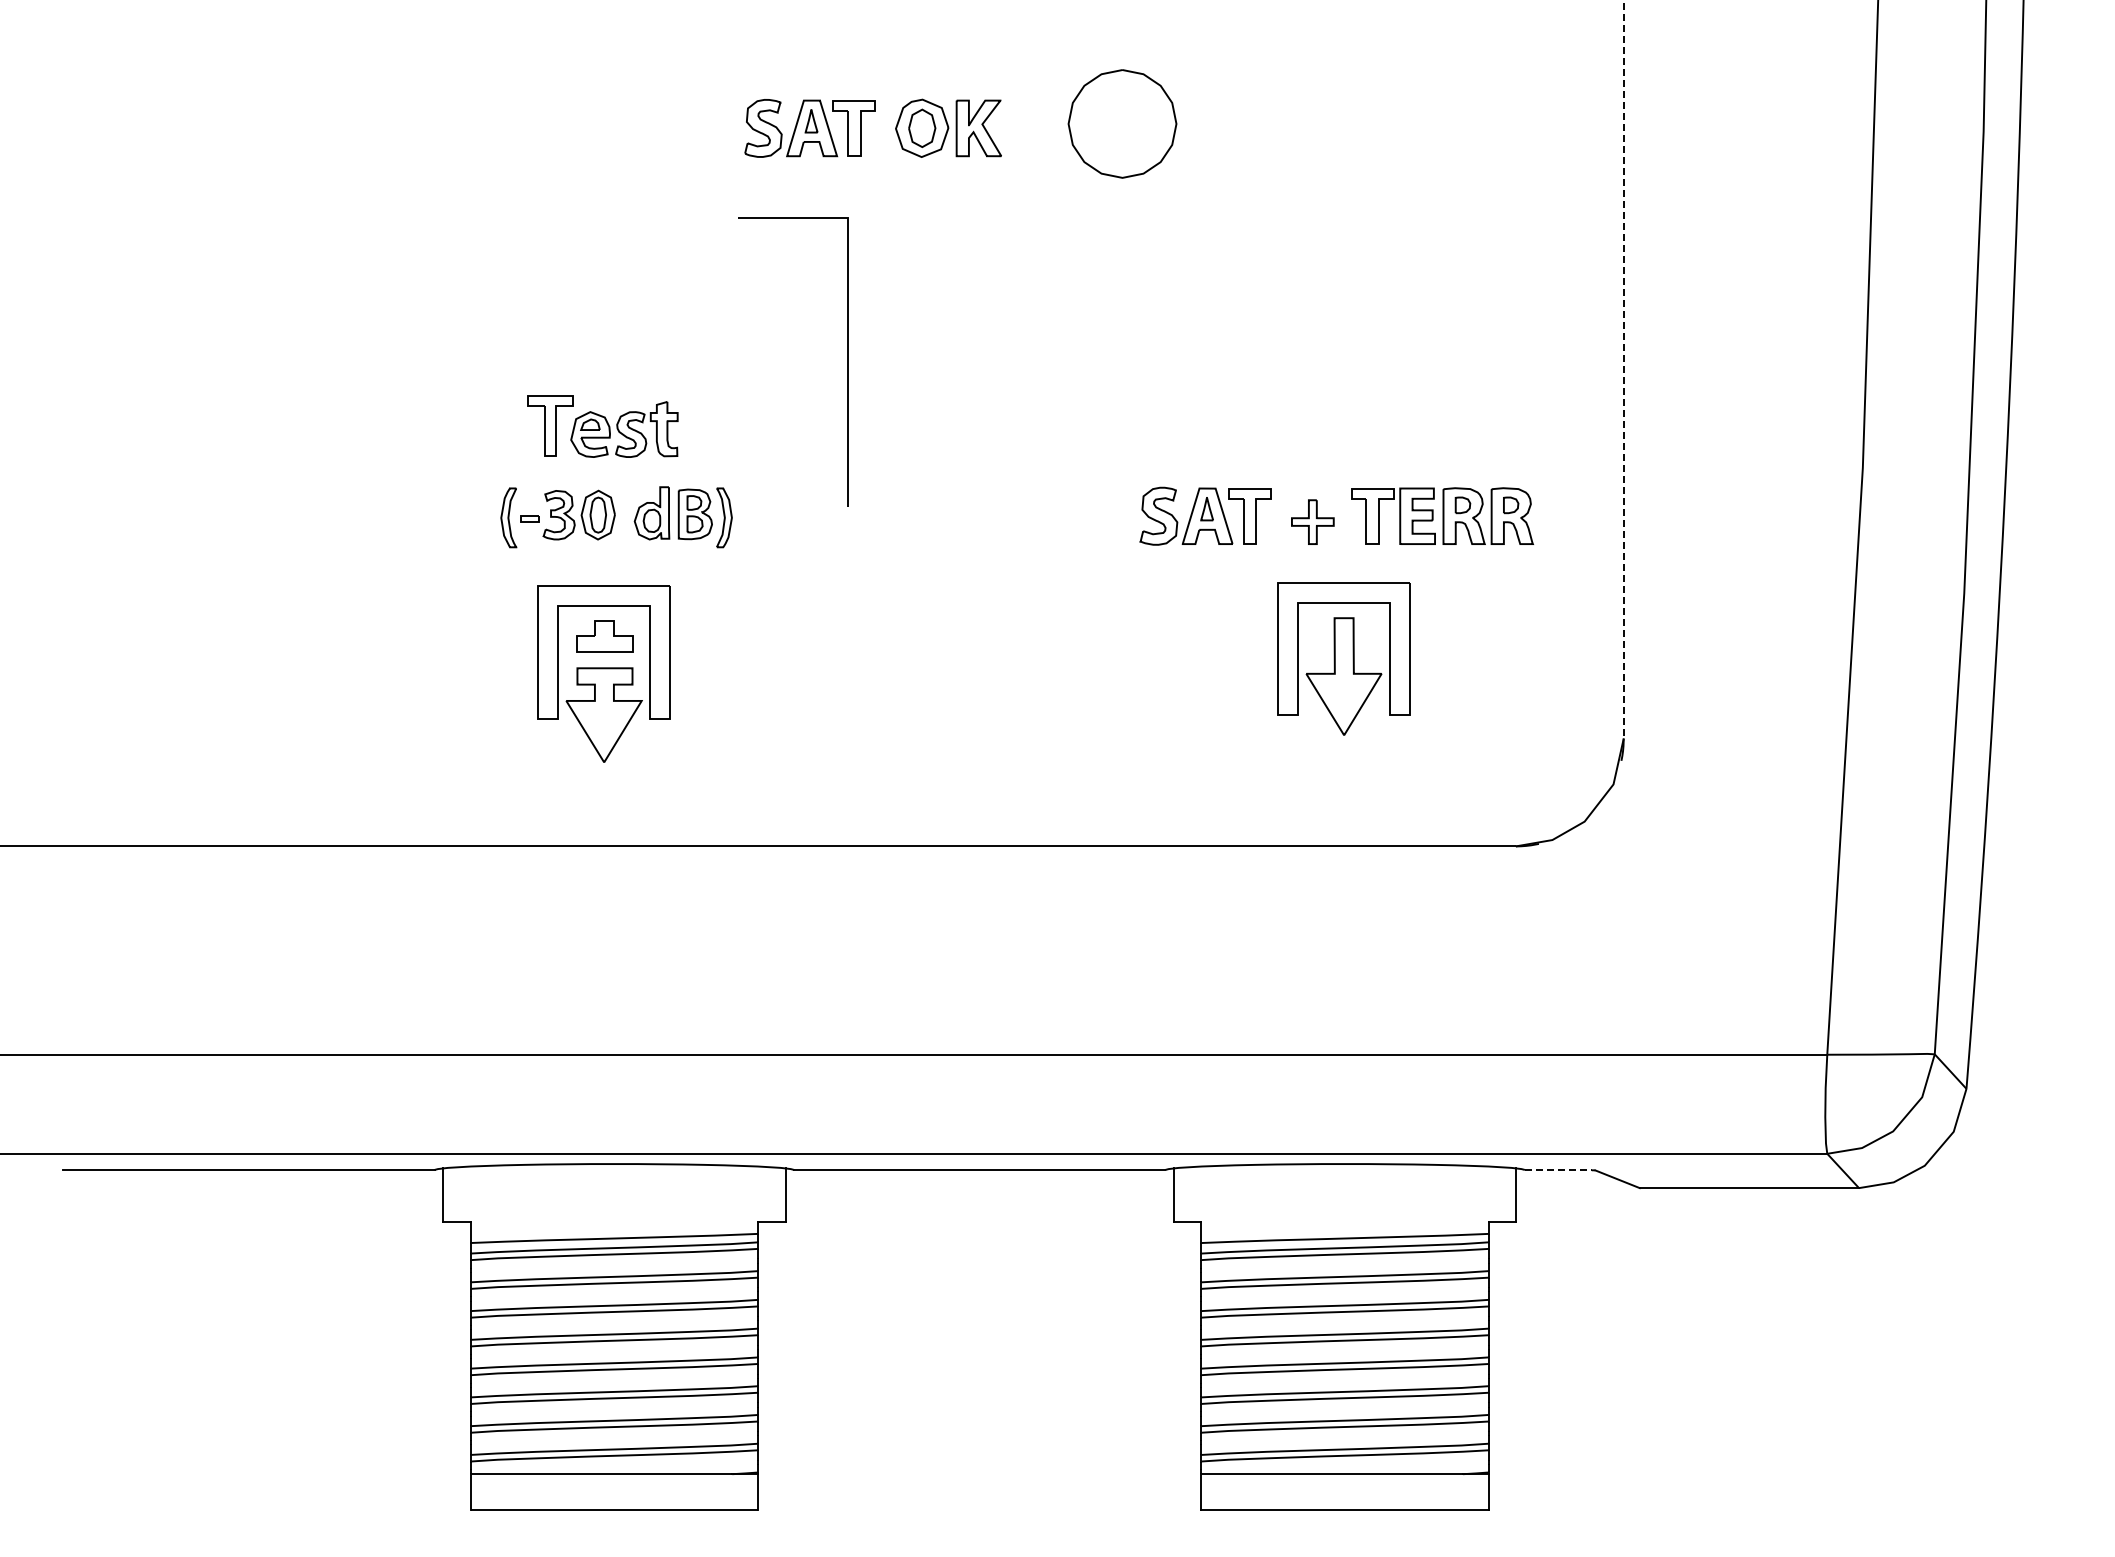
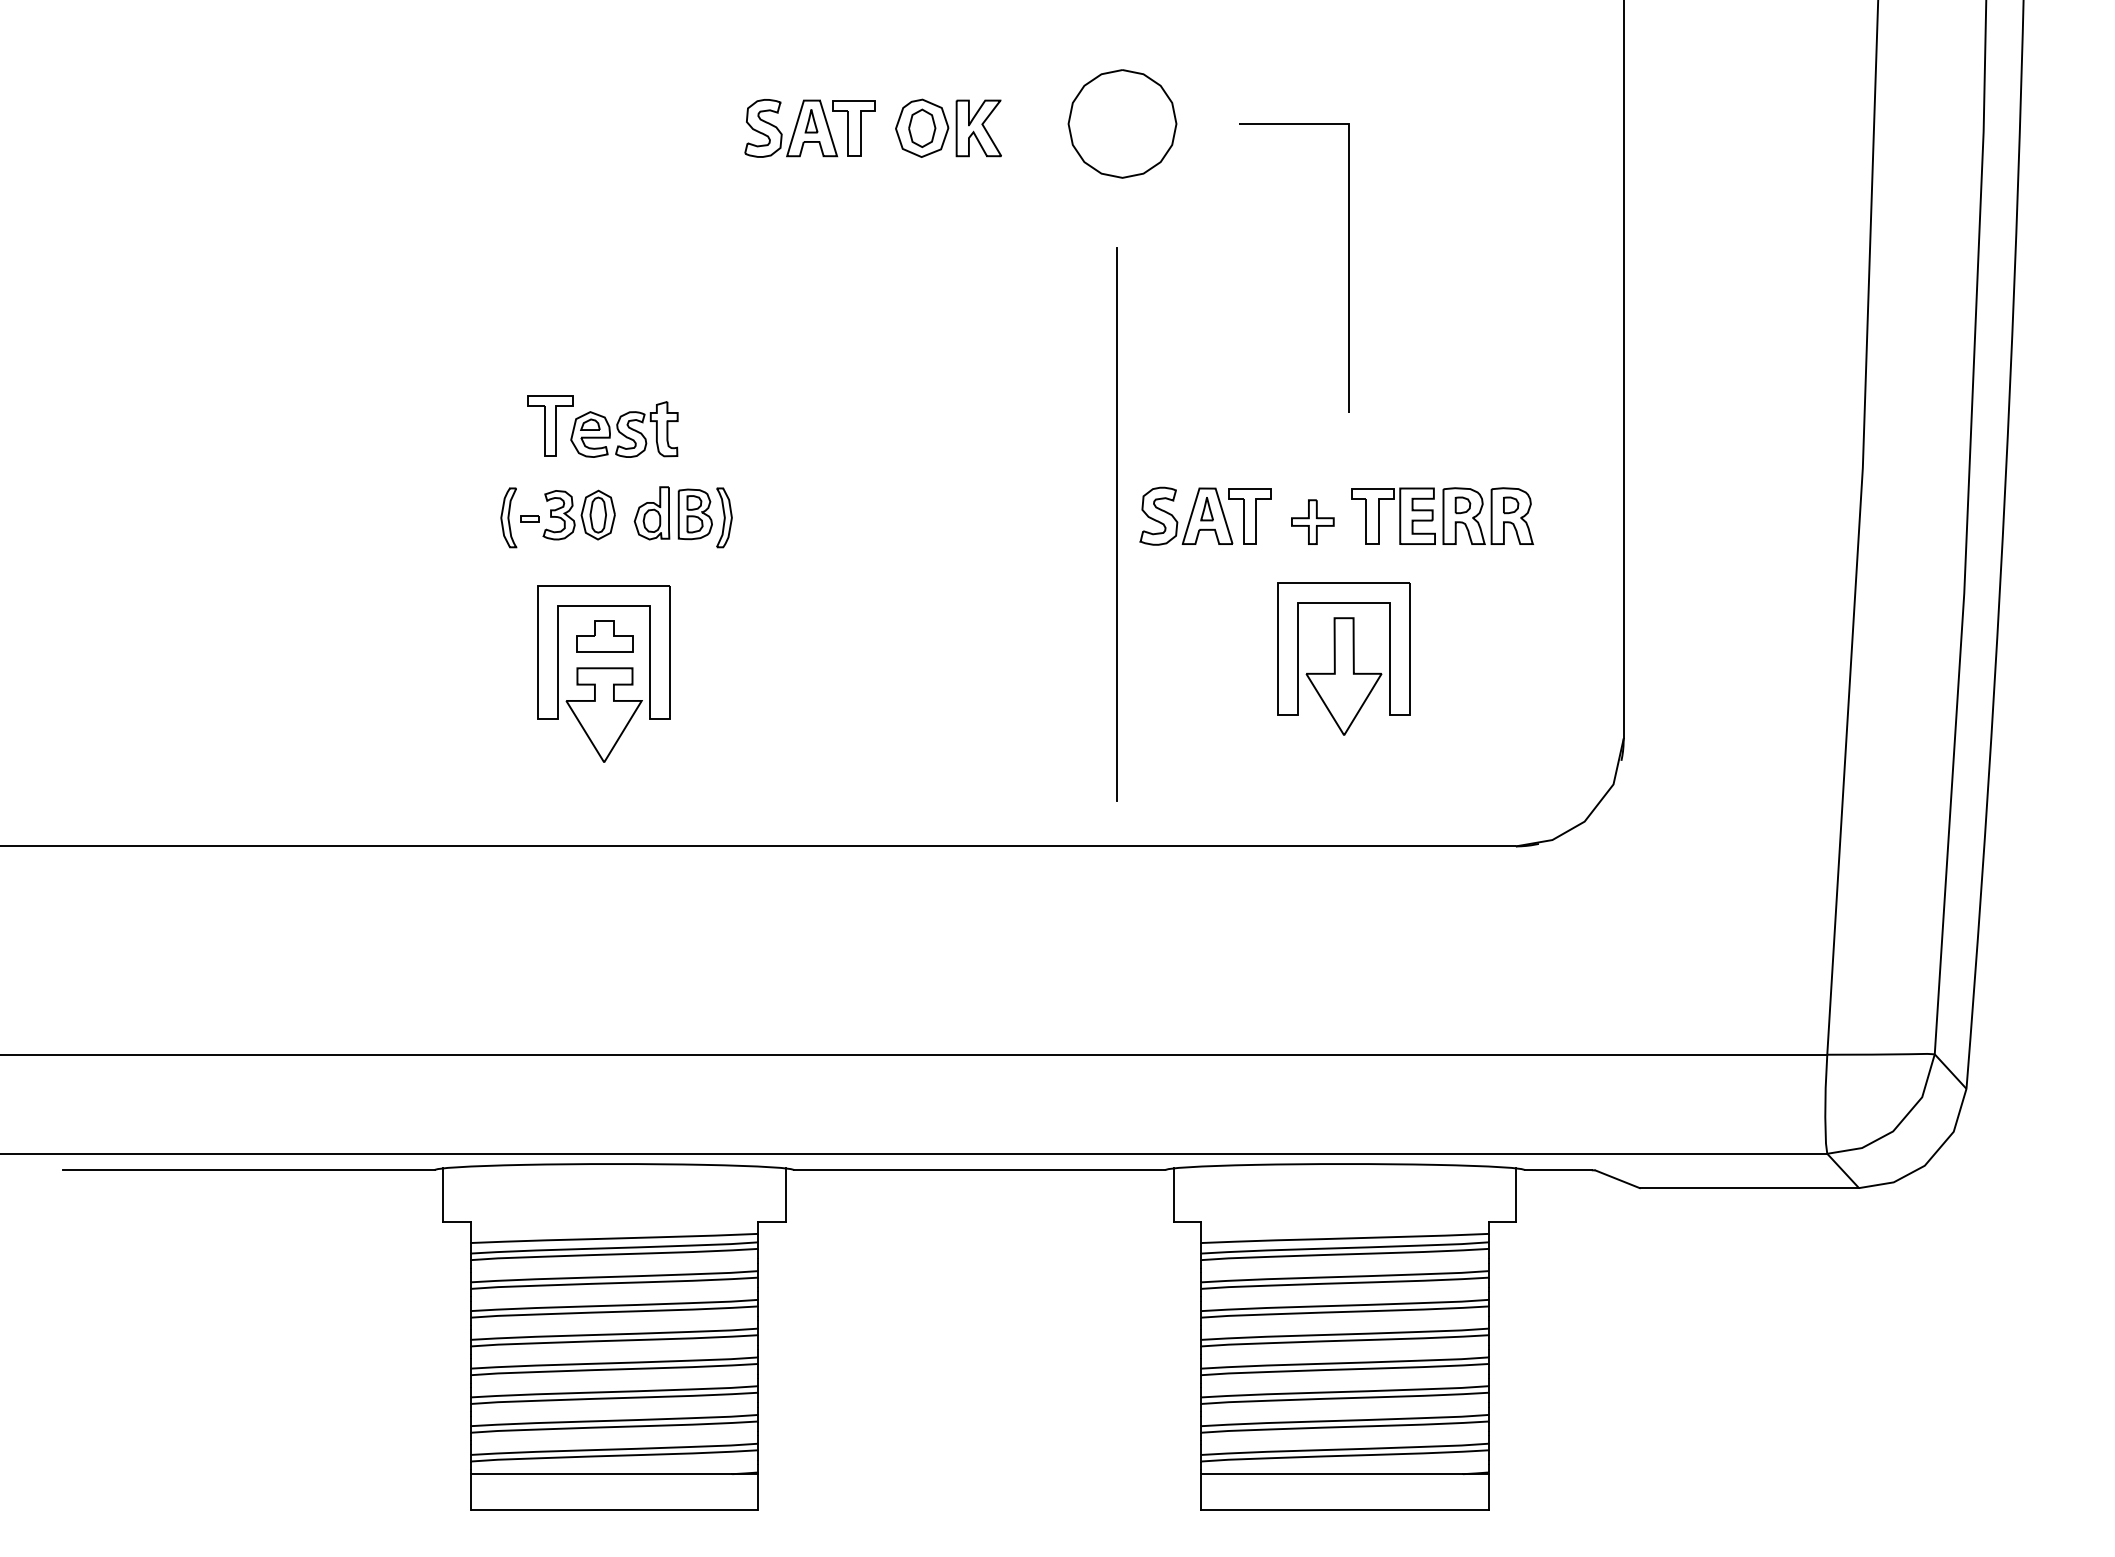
curve at (847, 361) position: (847, 361) -> (1348, 267)
line at (1623, 369): dashed -> solid
line at (1117, 524): none -> present
line at (1558, 1170): dashed -> solid
